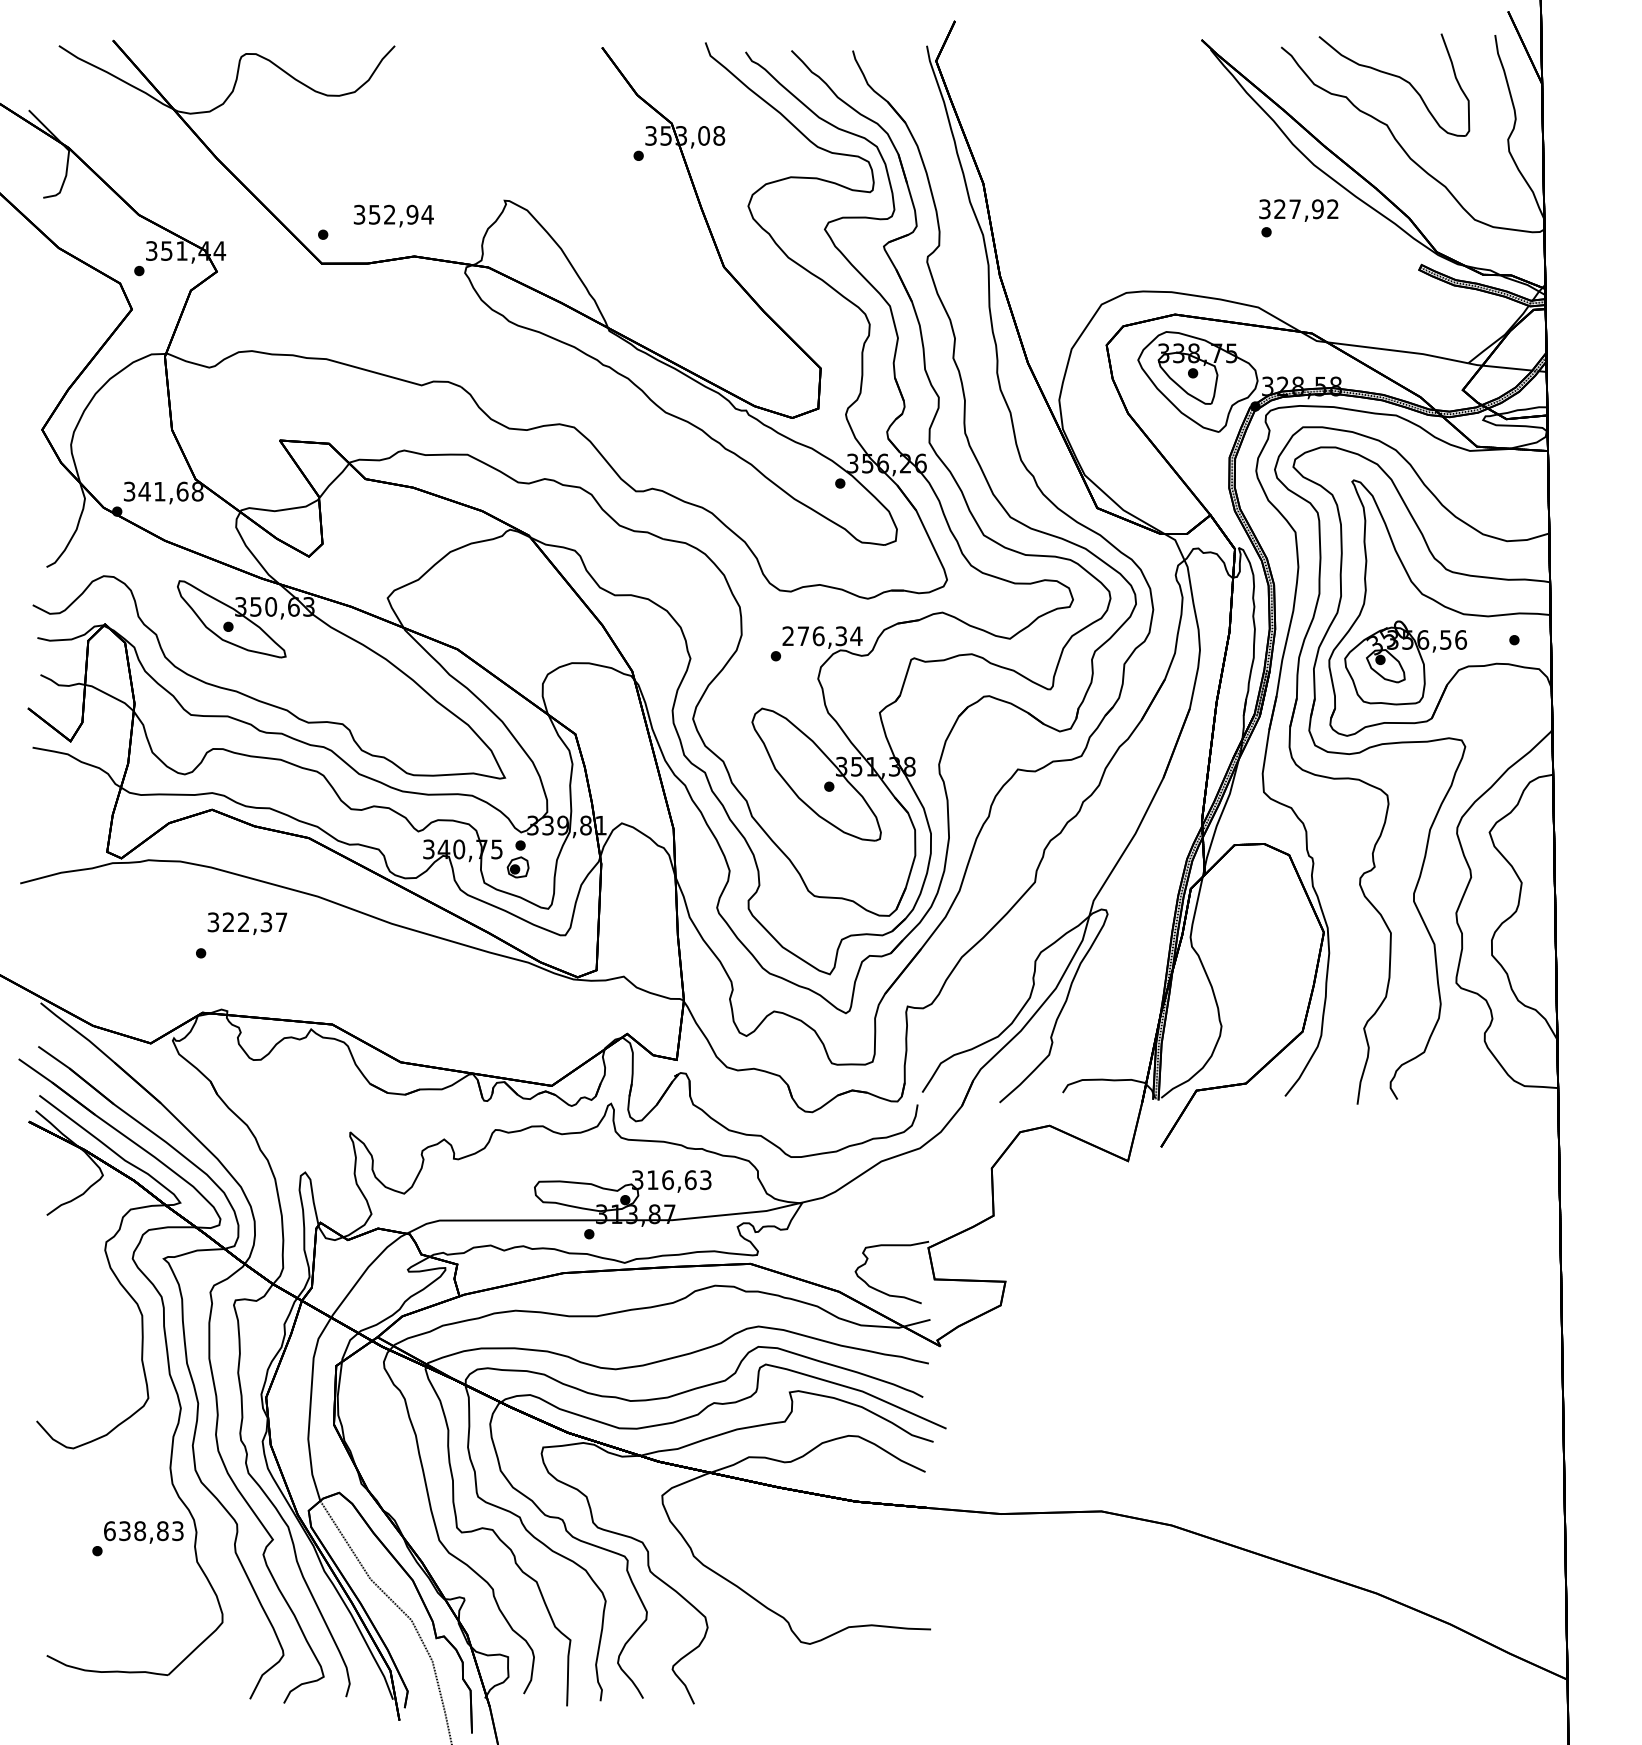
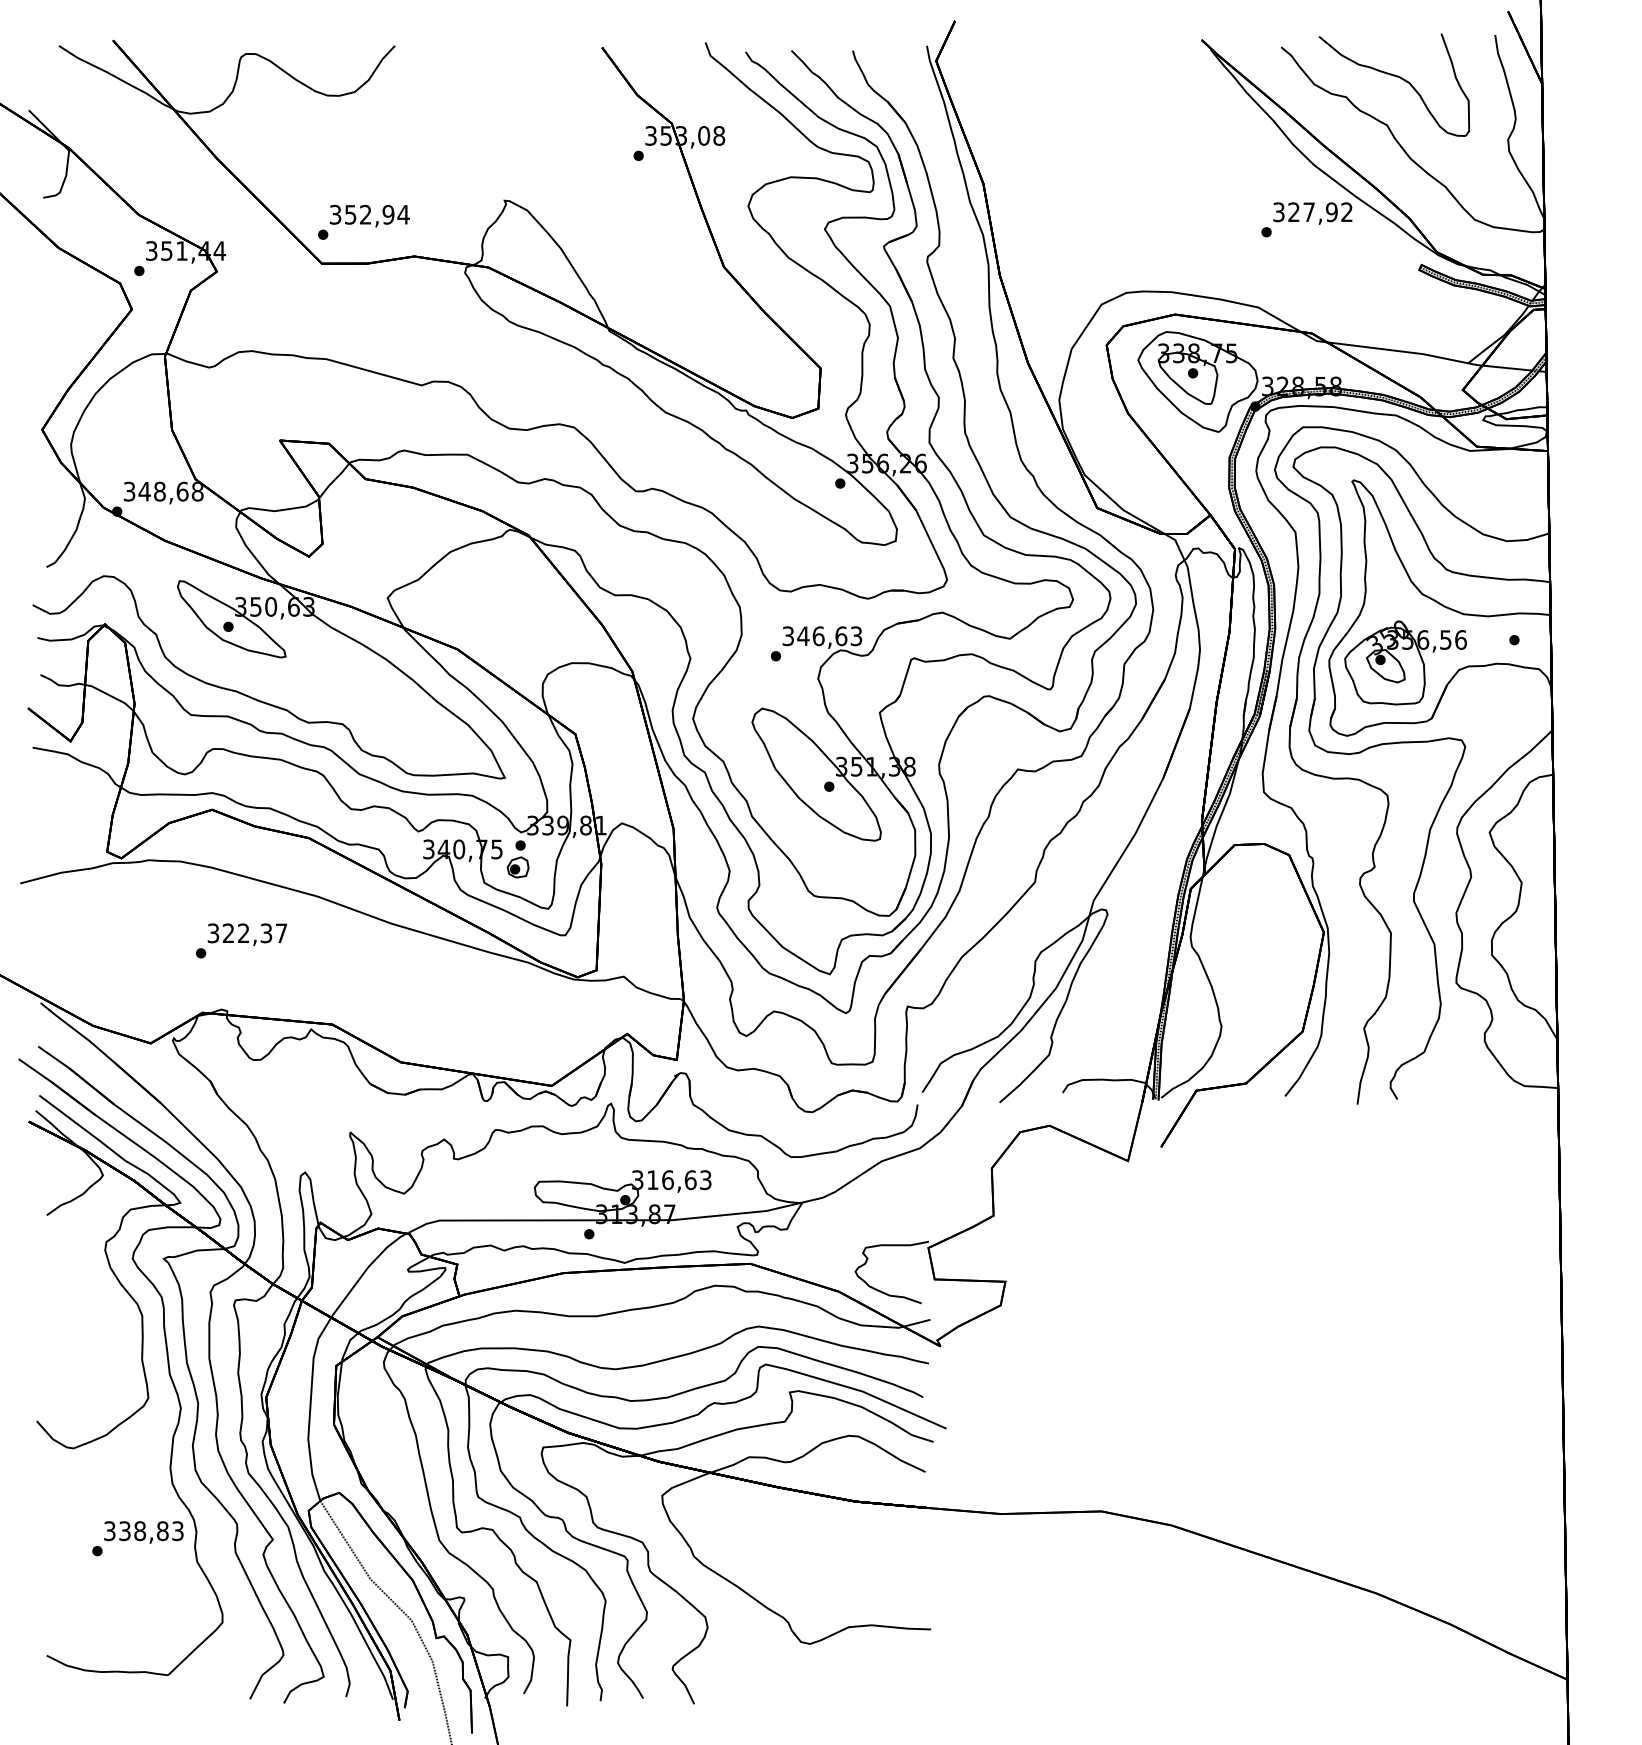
text at (1298, 210) position: (1298, 210) -> (1312, 213)
text at (393, 215) position: (393, 215) -> (369, 215)
text at (159, 491): 341,68 -> 348,68
text at (822, 636): 276,34 -> 346,63
text at (247, 923) position: (247, 923) -> (247, 934)
text at (109, 1531): 638,83 -> 338,83
